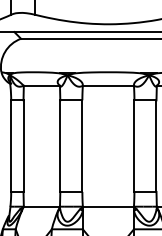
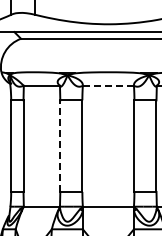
line at (108, 85): solid -> dashed
line at (60, 146): solid -> dashed
